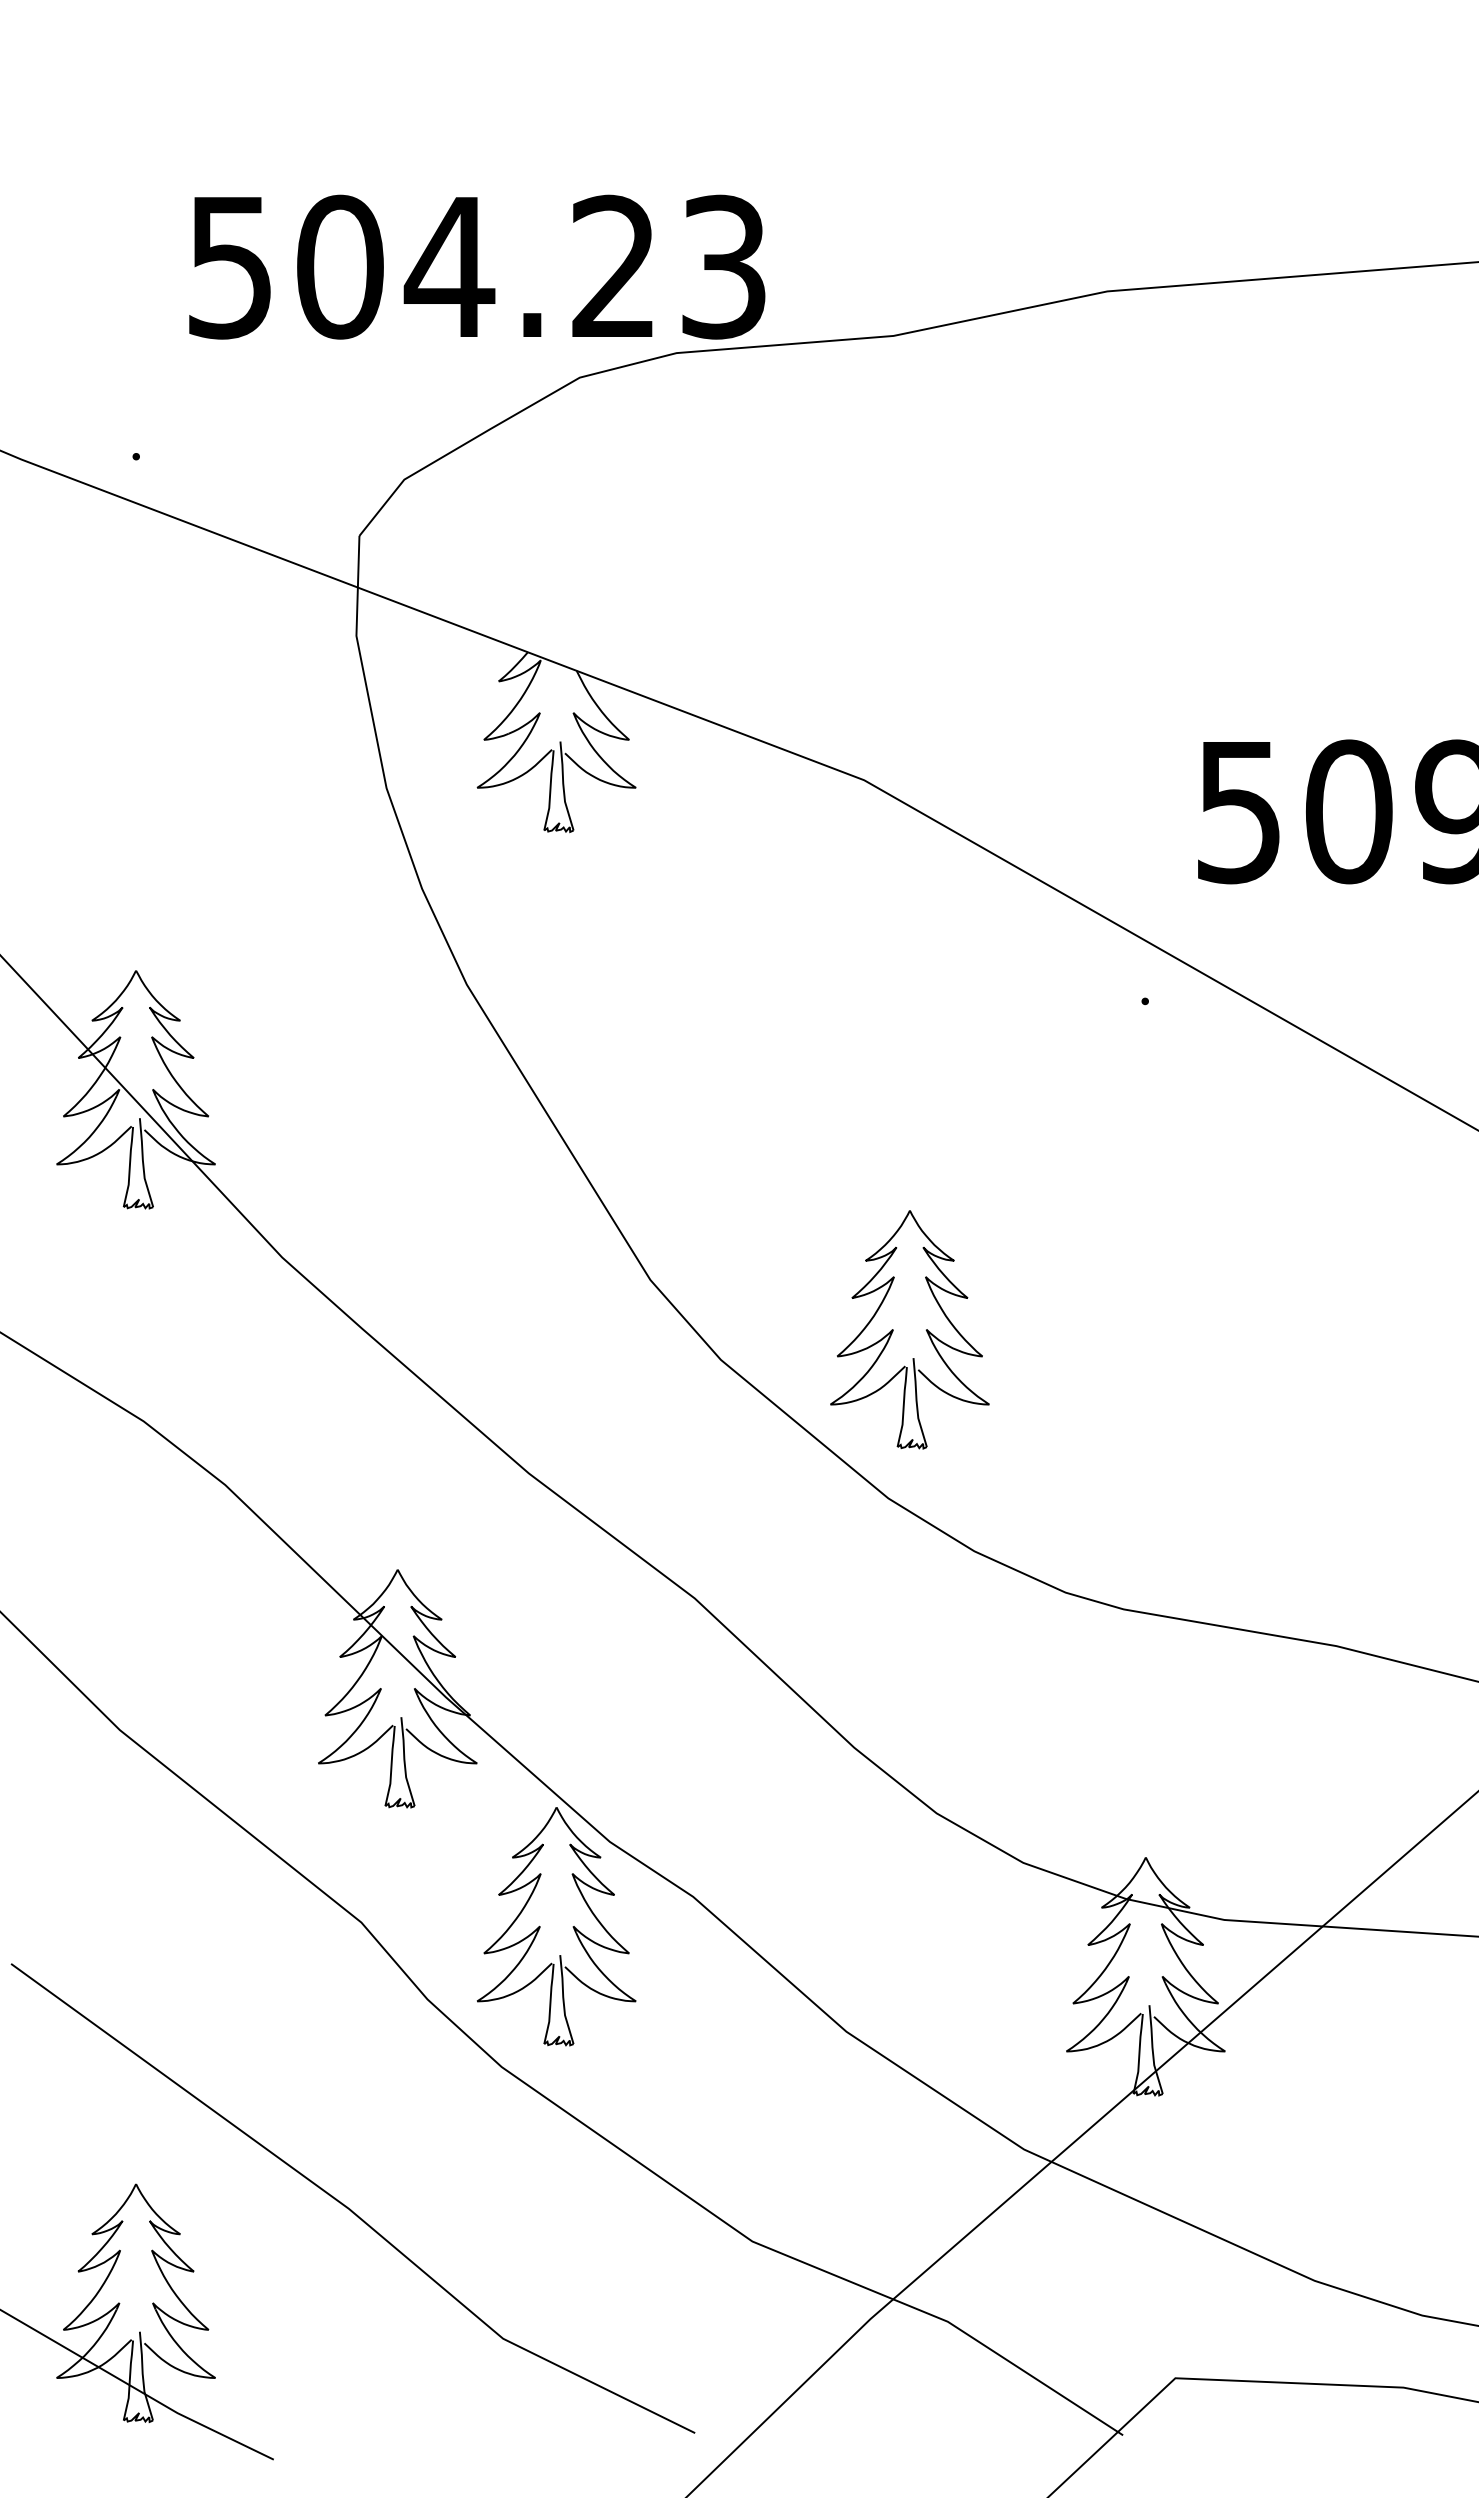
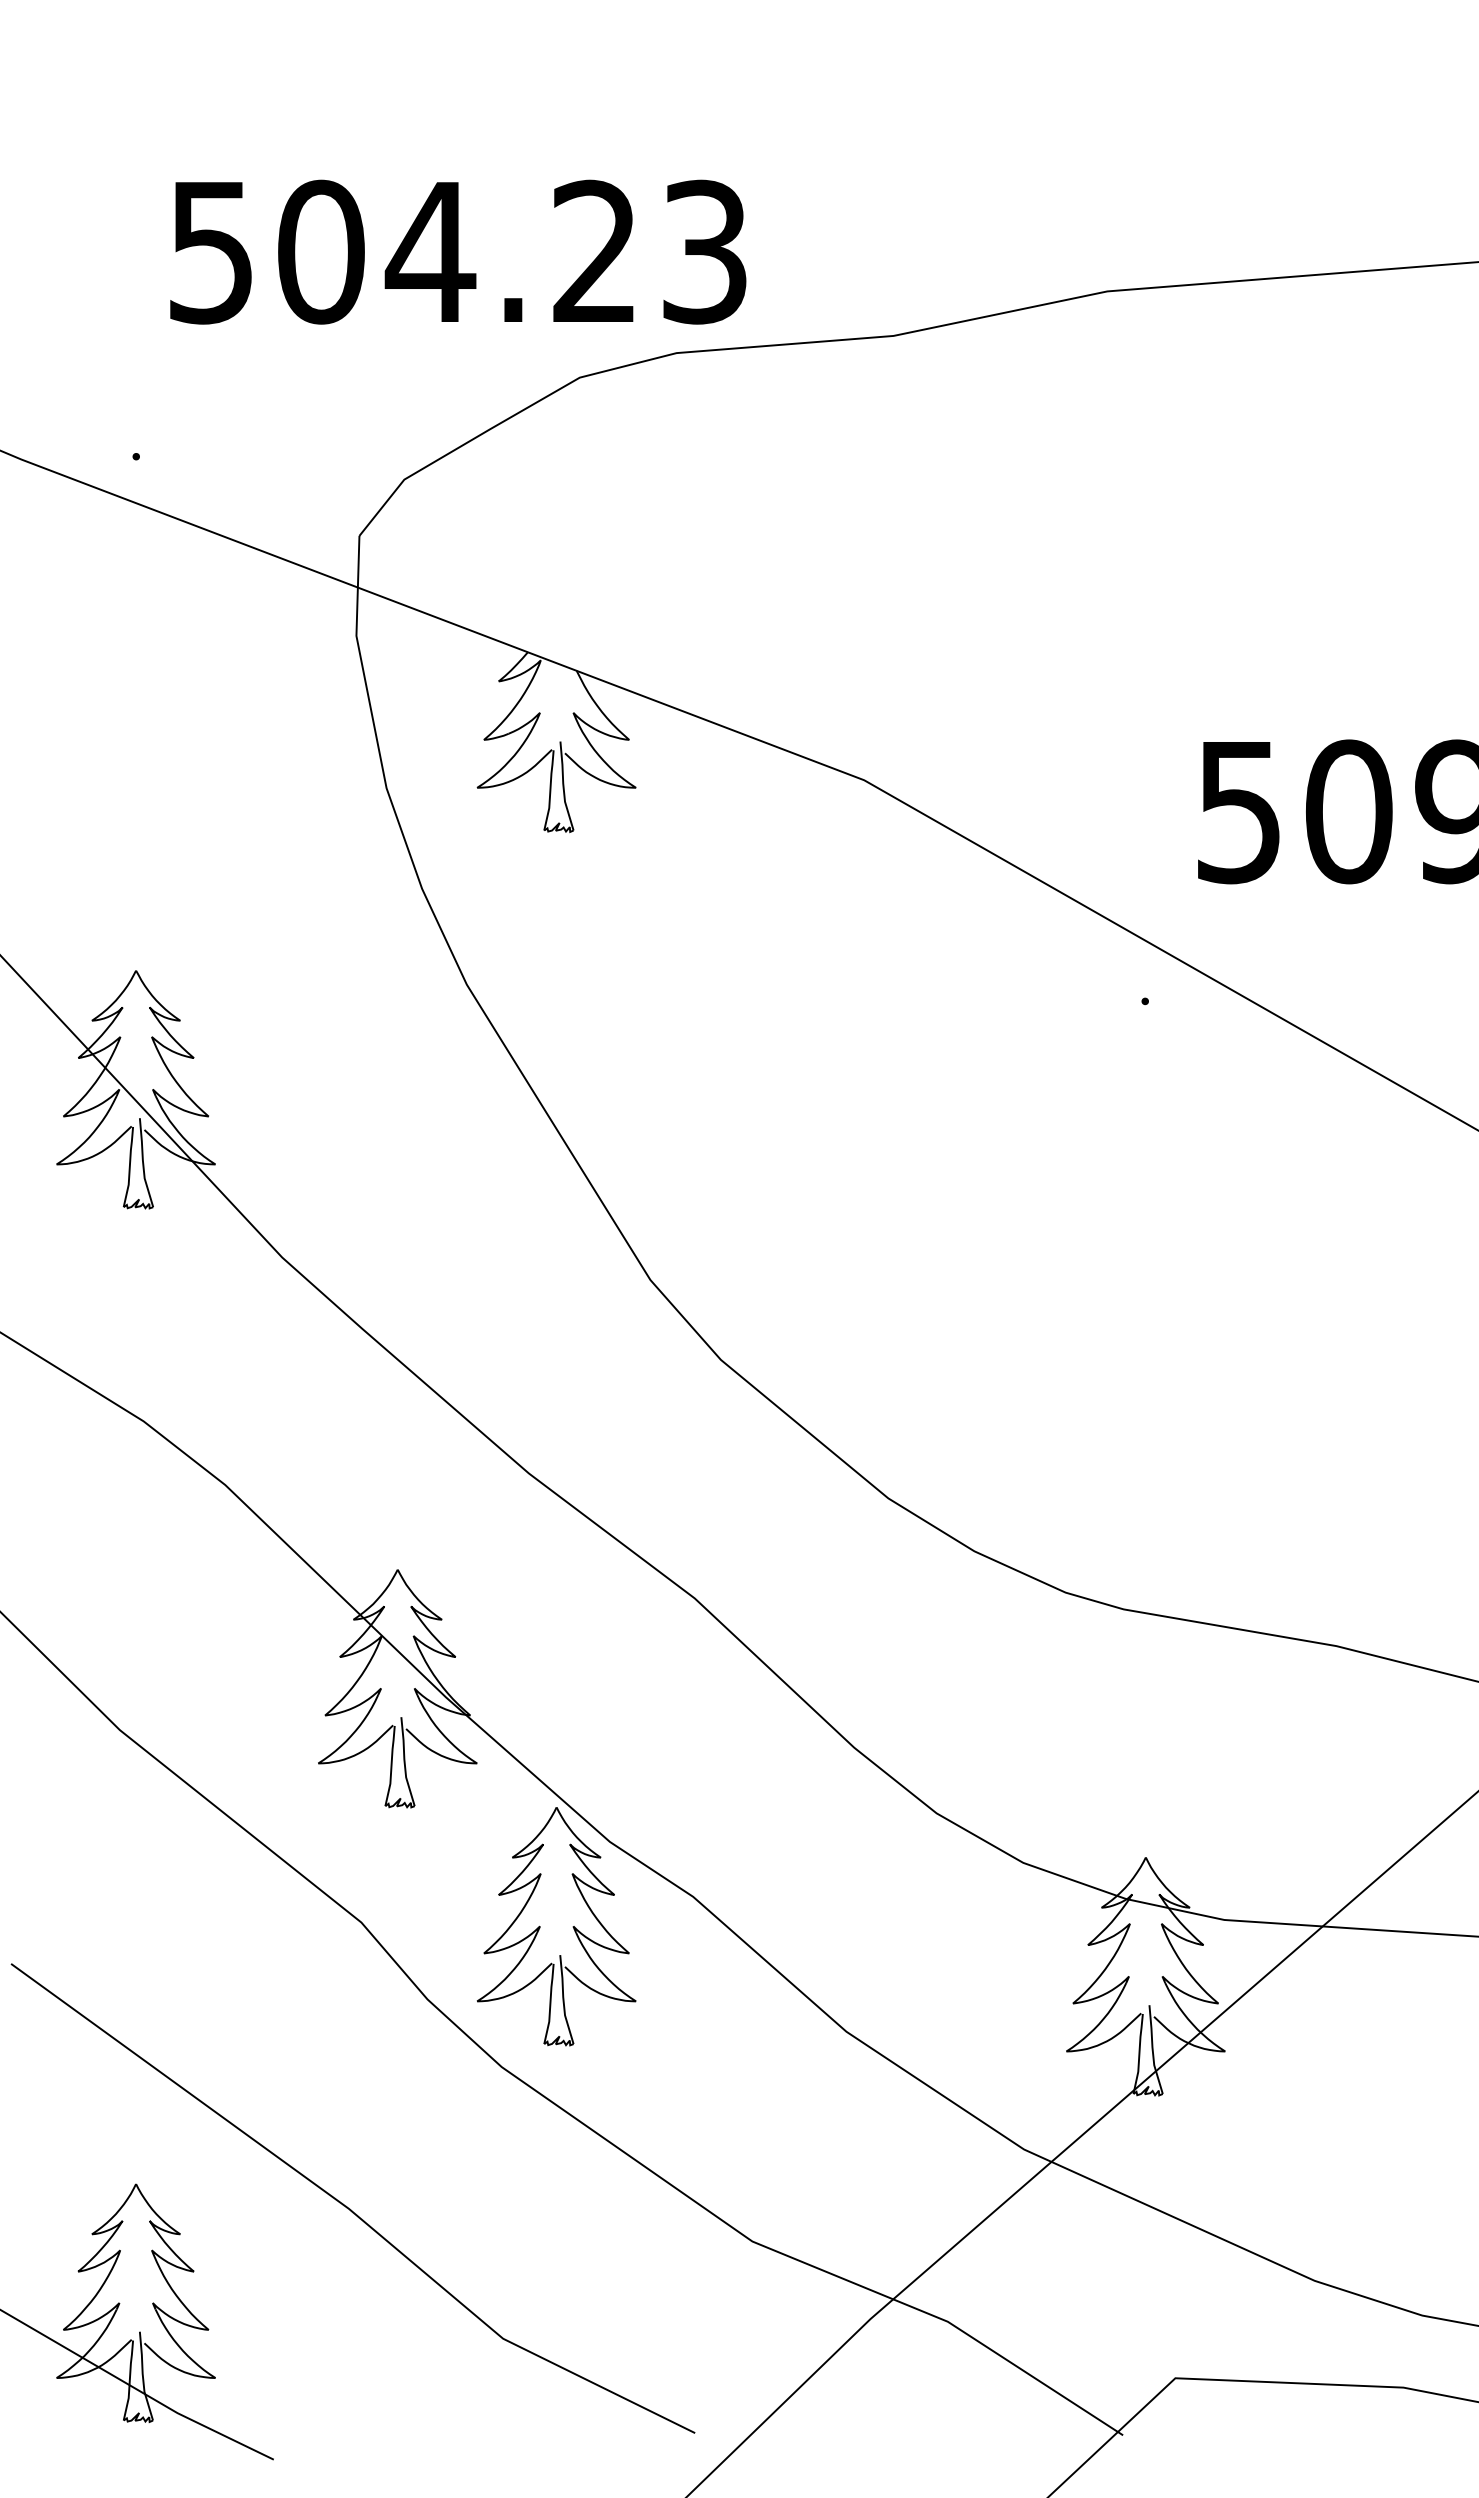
text at (477, 266) position: (477, 266) -> (458, 251)
part at (893, 1329): present -> none
